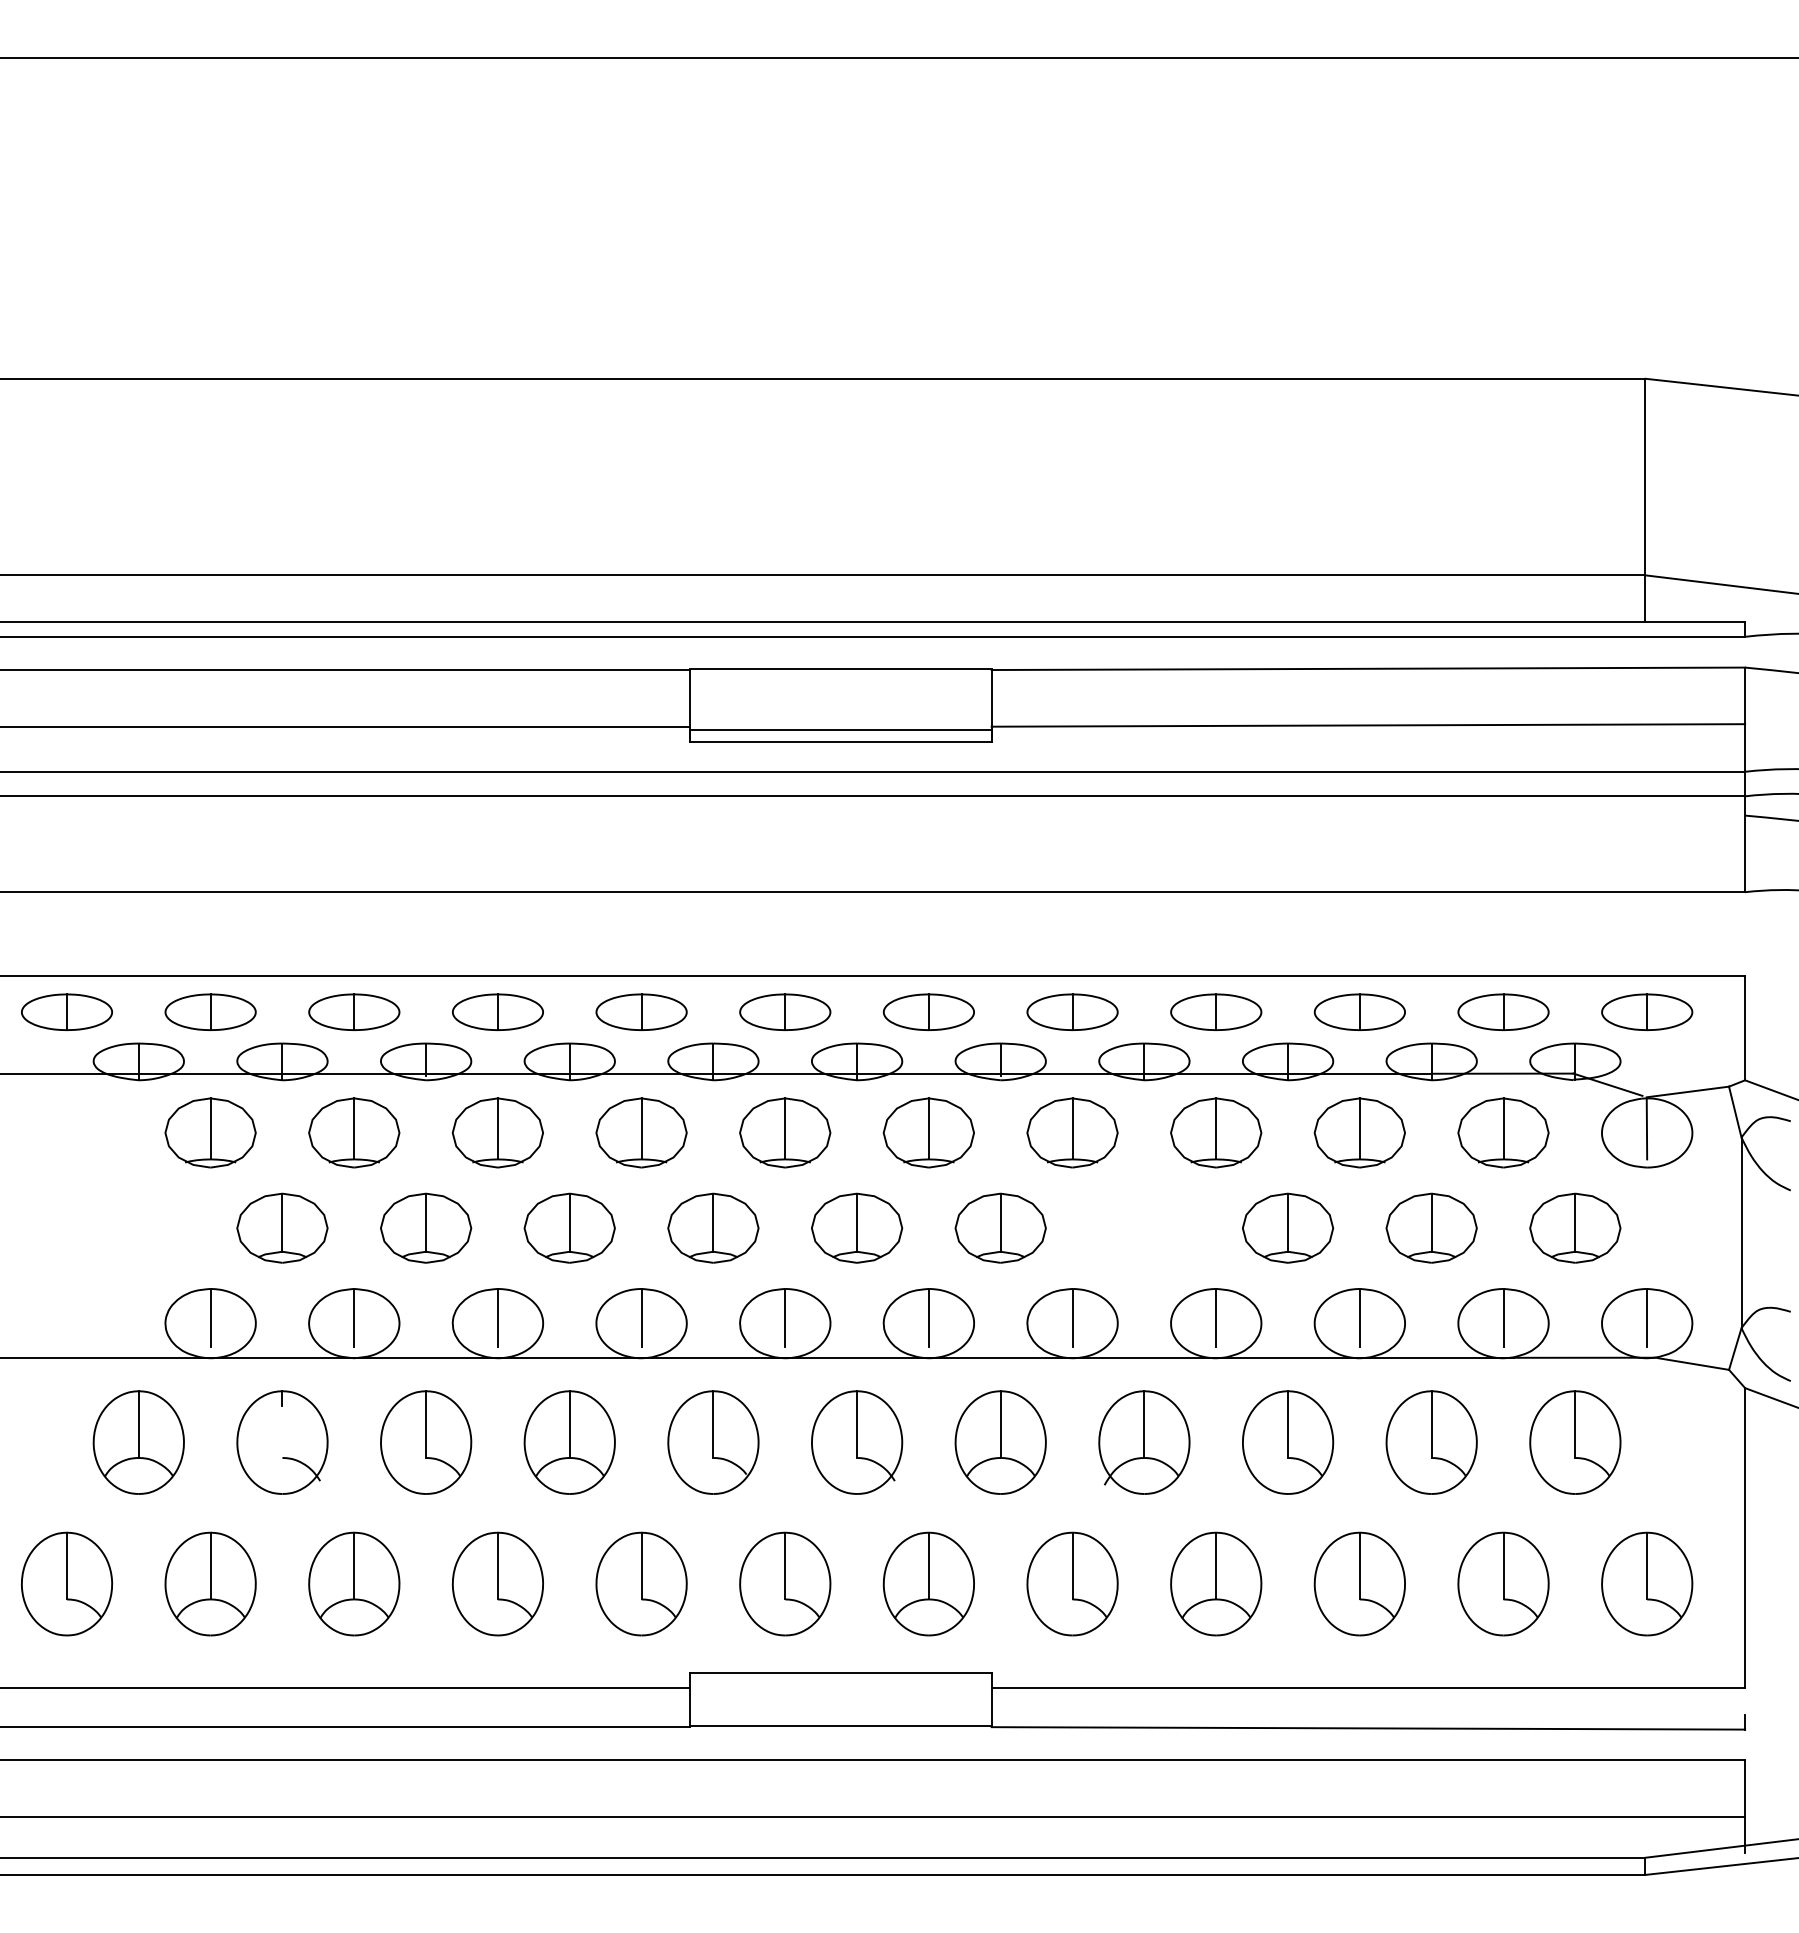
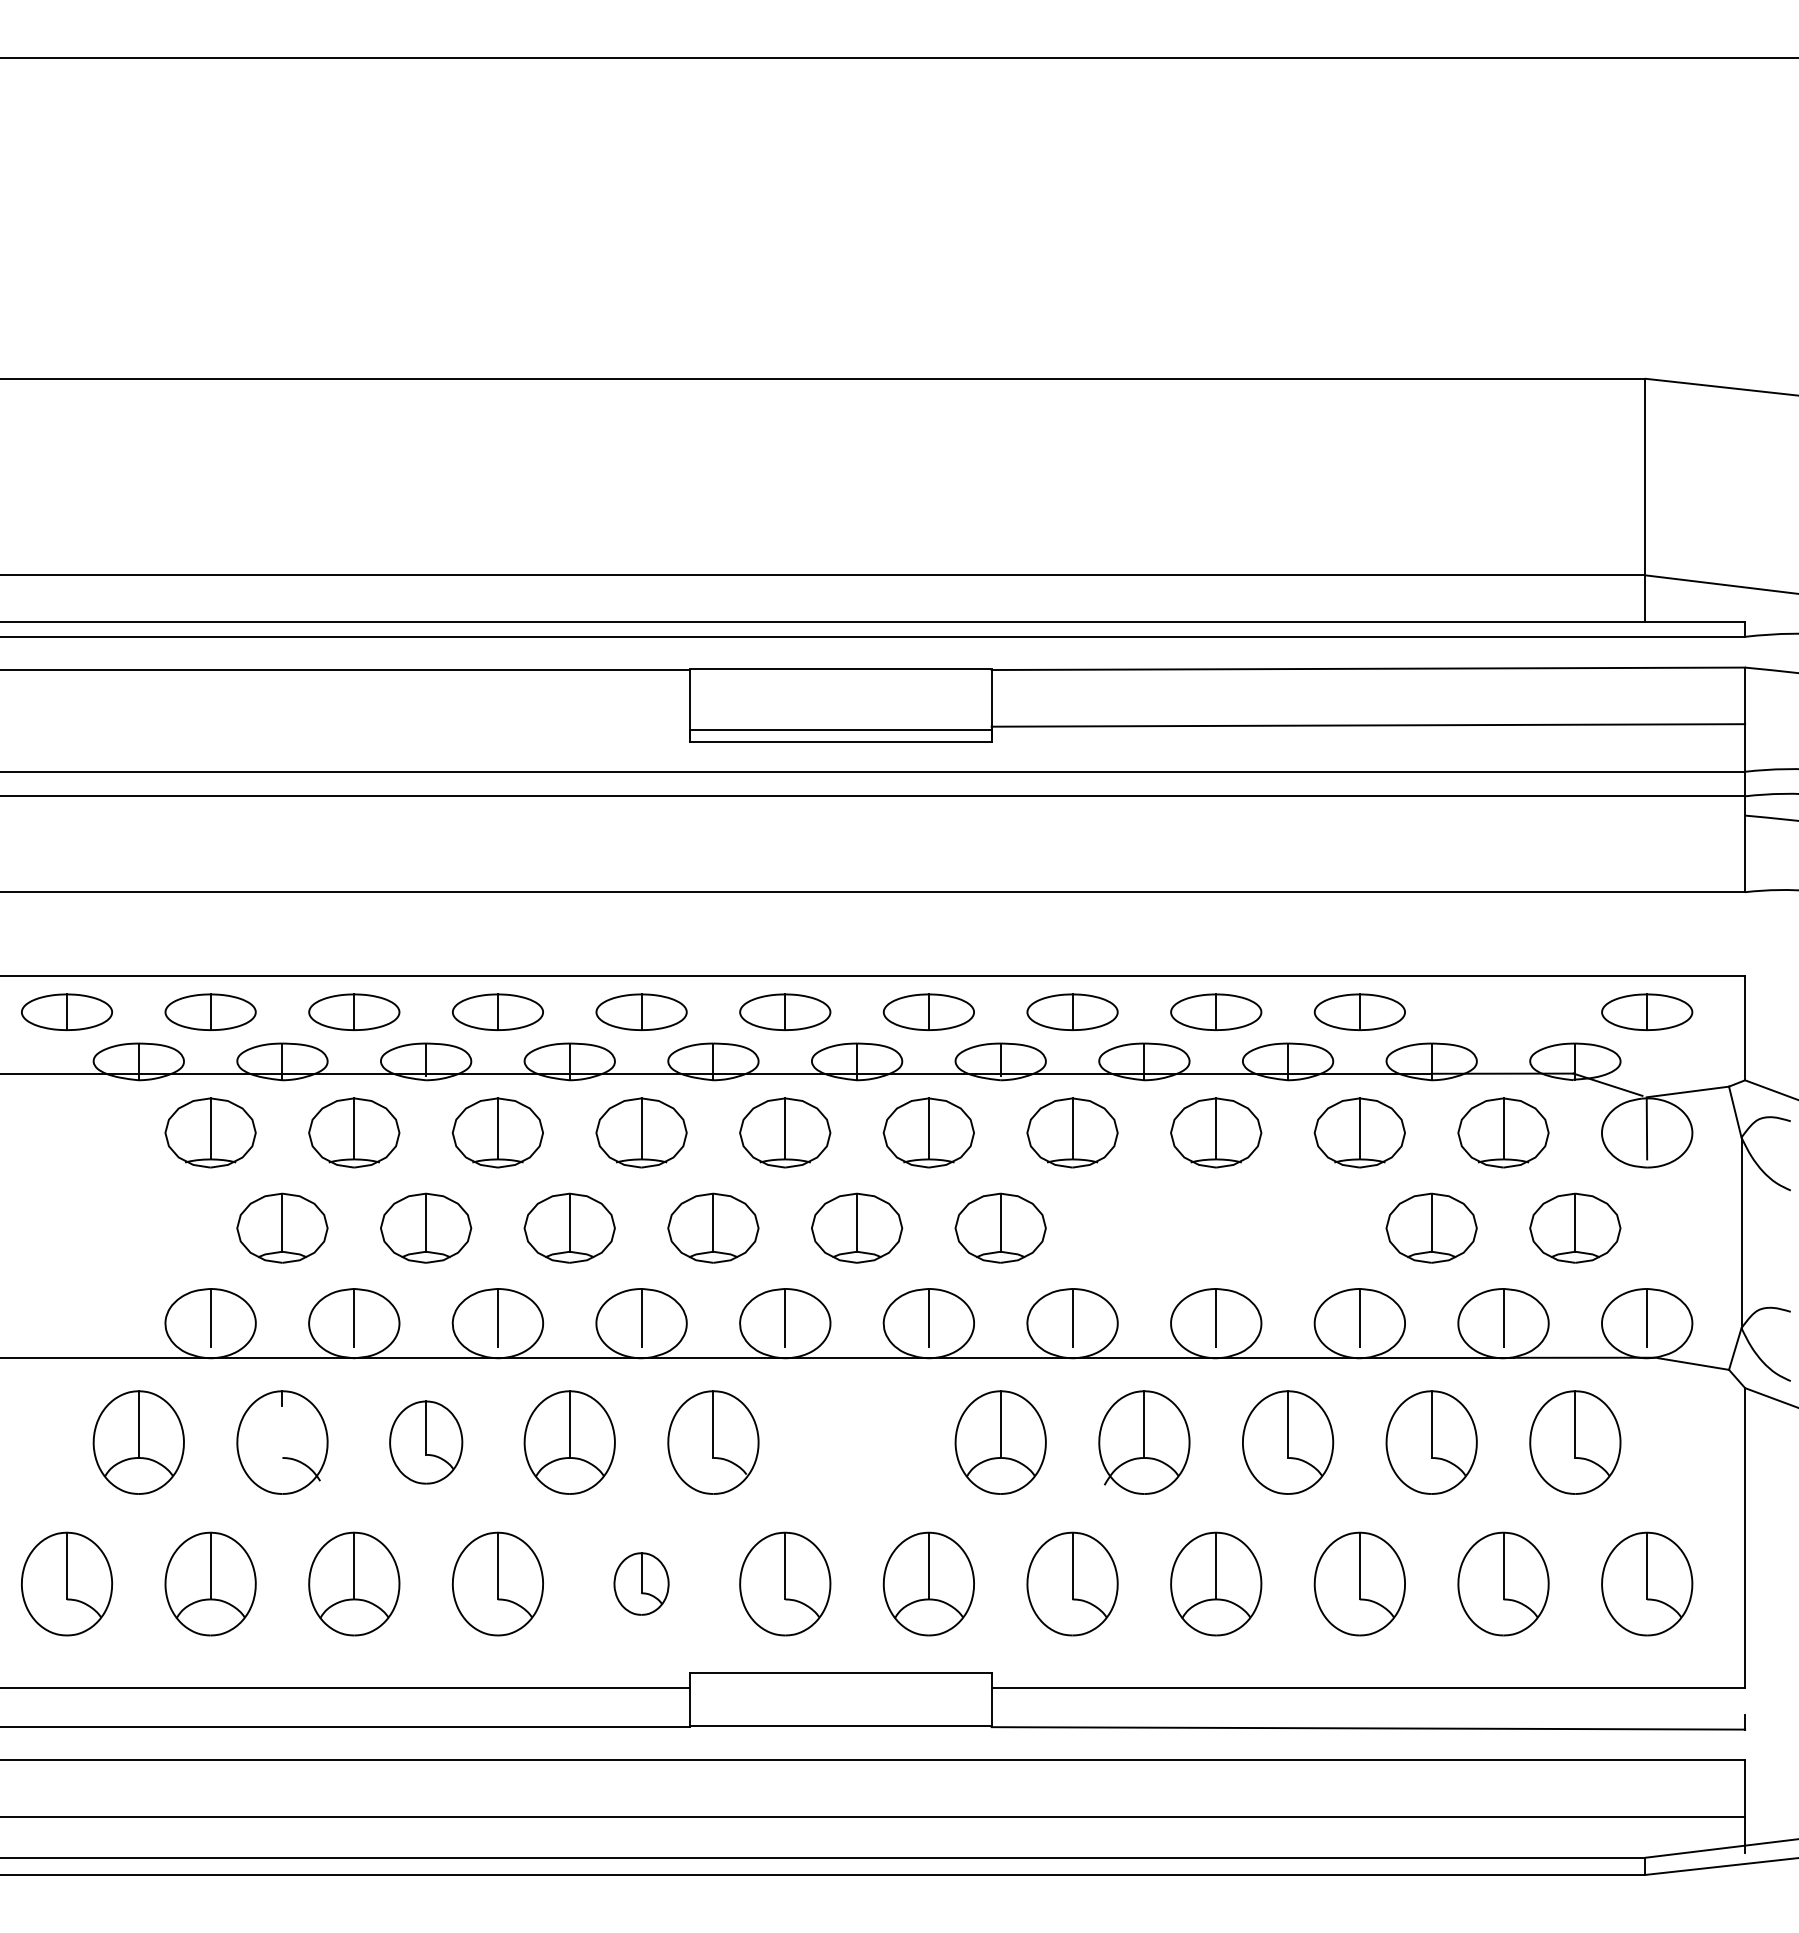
line at (346, 726): present -> none
part at (1503, 1011): present -> none
part at (1288, 1227): present -> none
part at (426, 1442) size: 93x105 px -> 75x85 px
part at (857, 1442): present -> none
part at (641, 1583) size: 93x106 px -> 57x64 px
